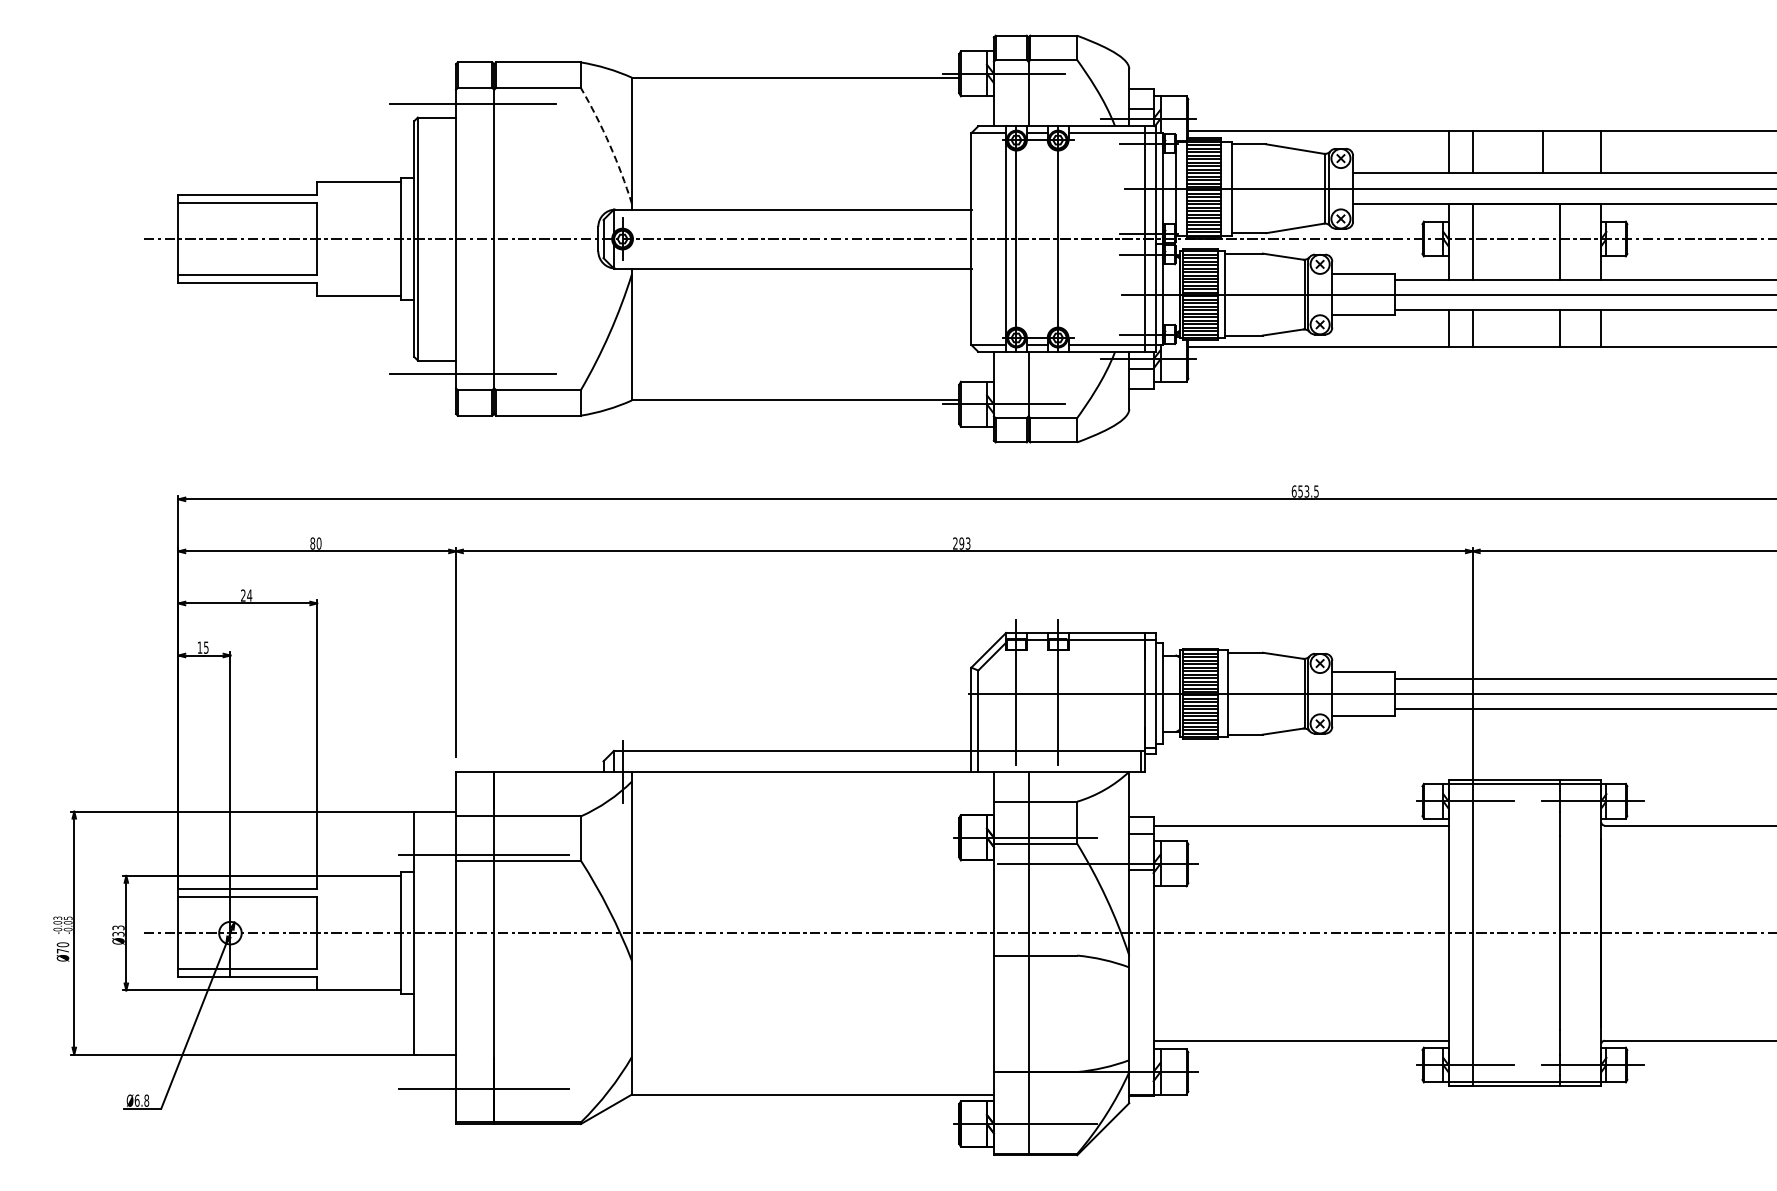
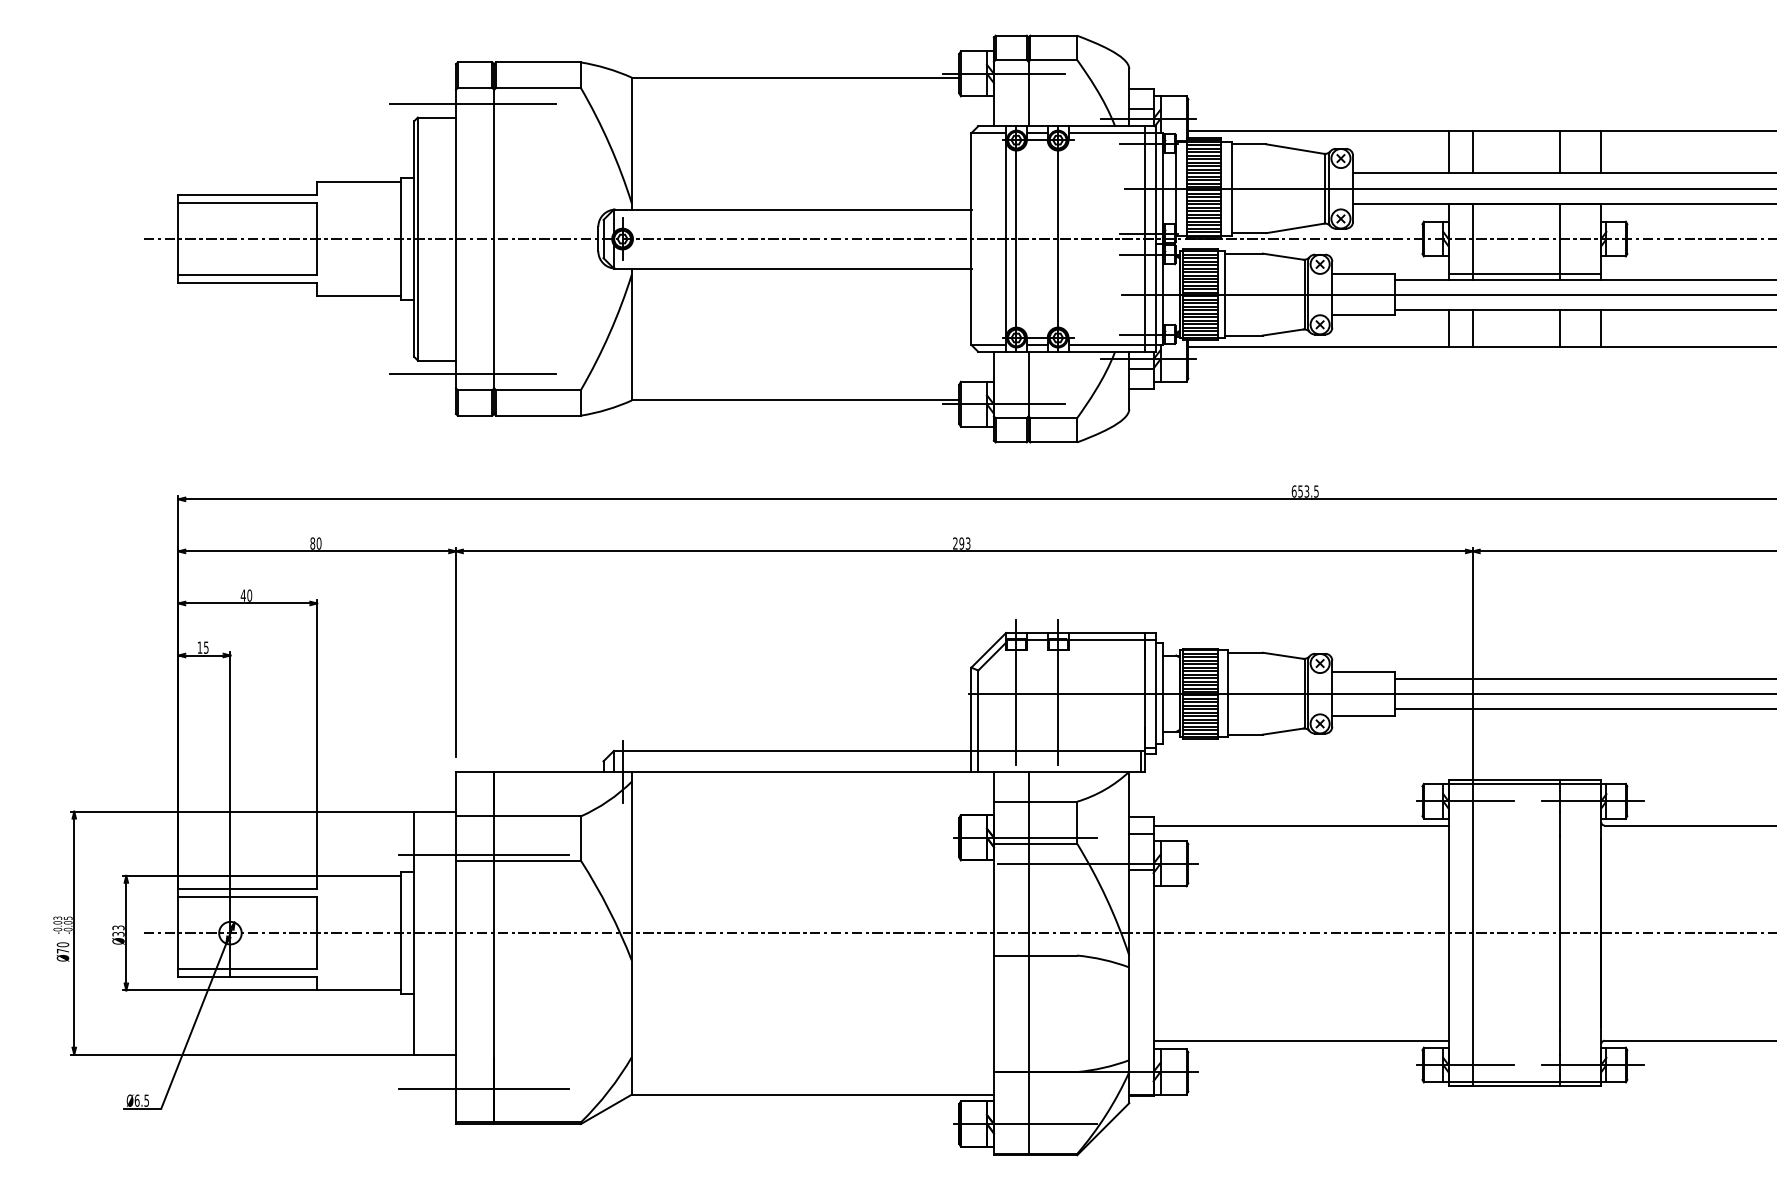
arc at (609, 144): dashed -> solid
line at (1542, 152) position: (1542, 152) -> (1559, 152)
line at (1524, 273): none -> present
text at (246, 595): 24 -> 40
text at (146, 1100): Ø6.8 -> Ø6.5
